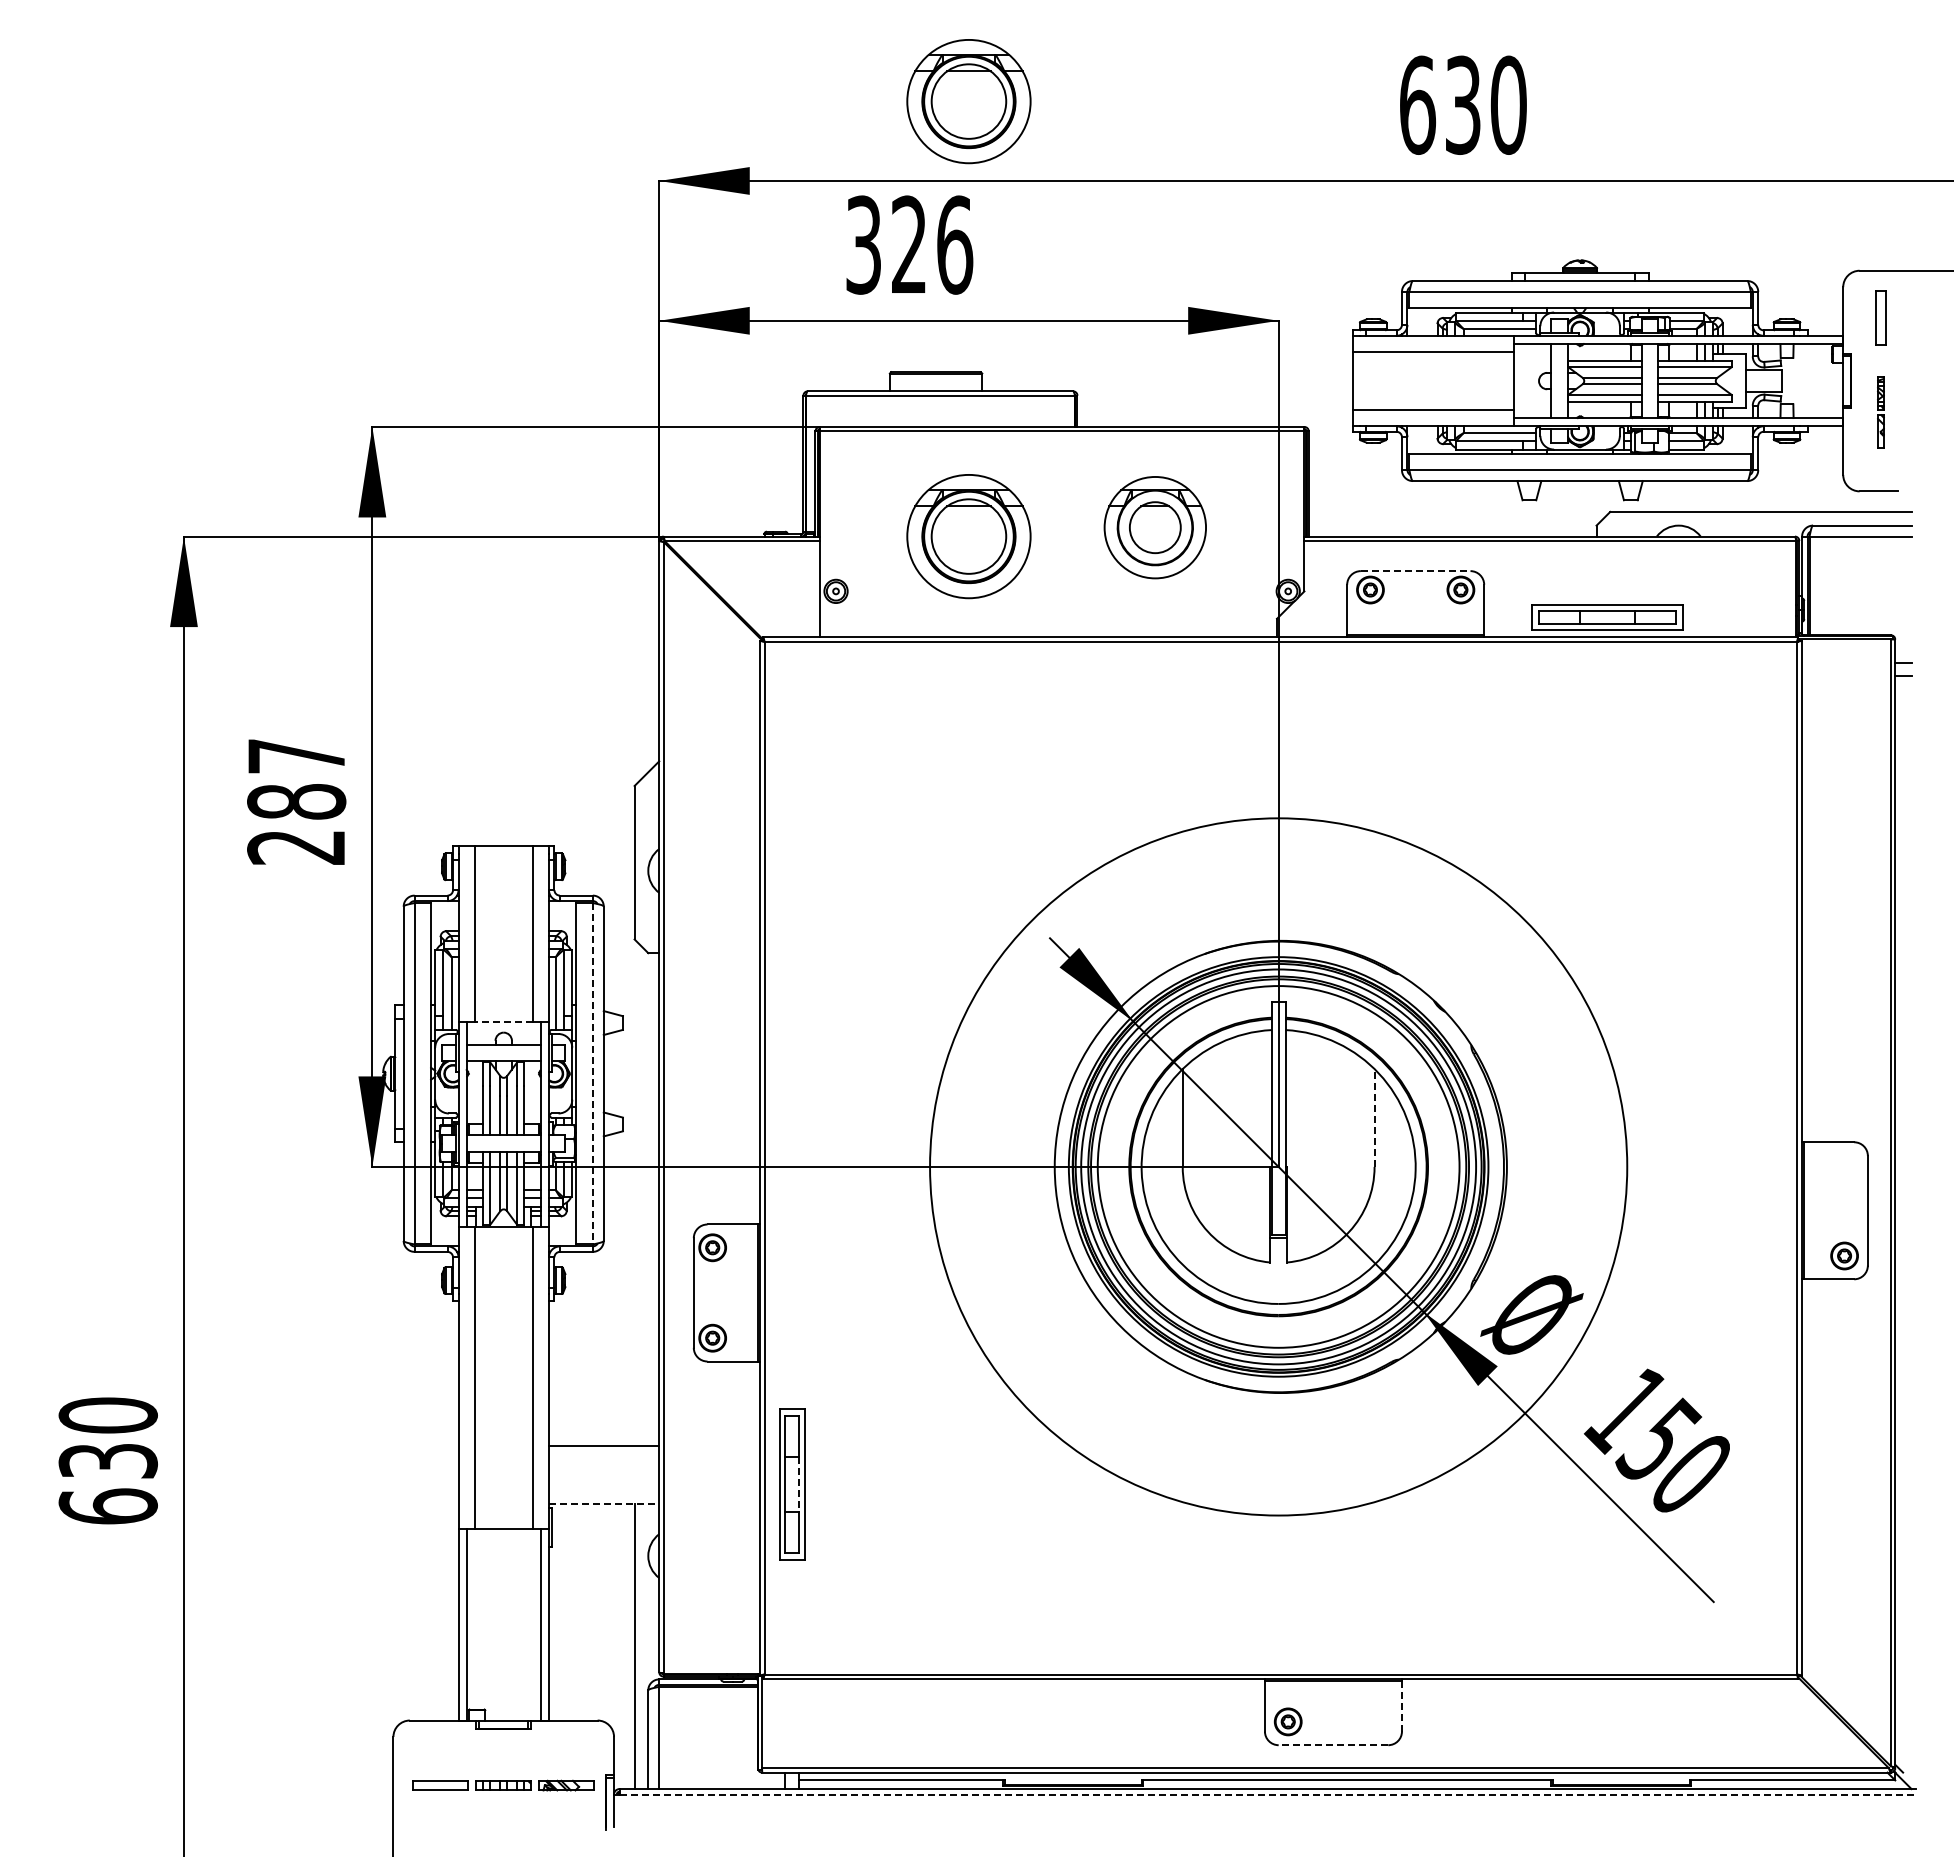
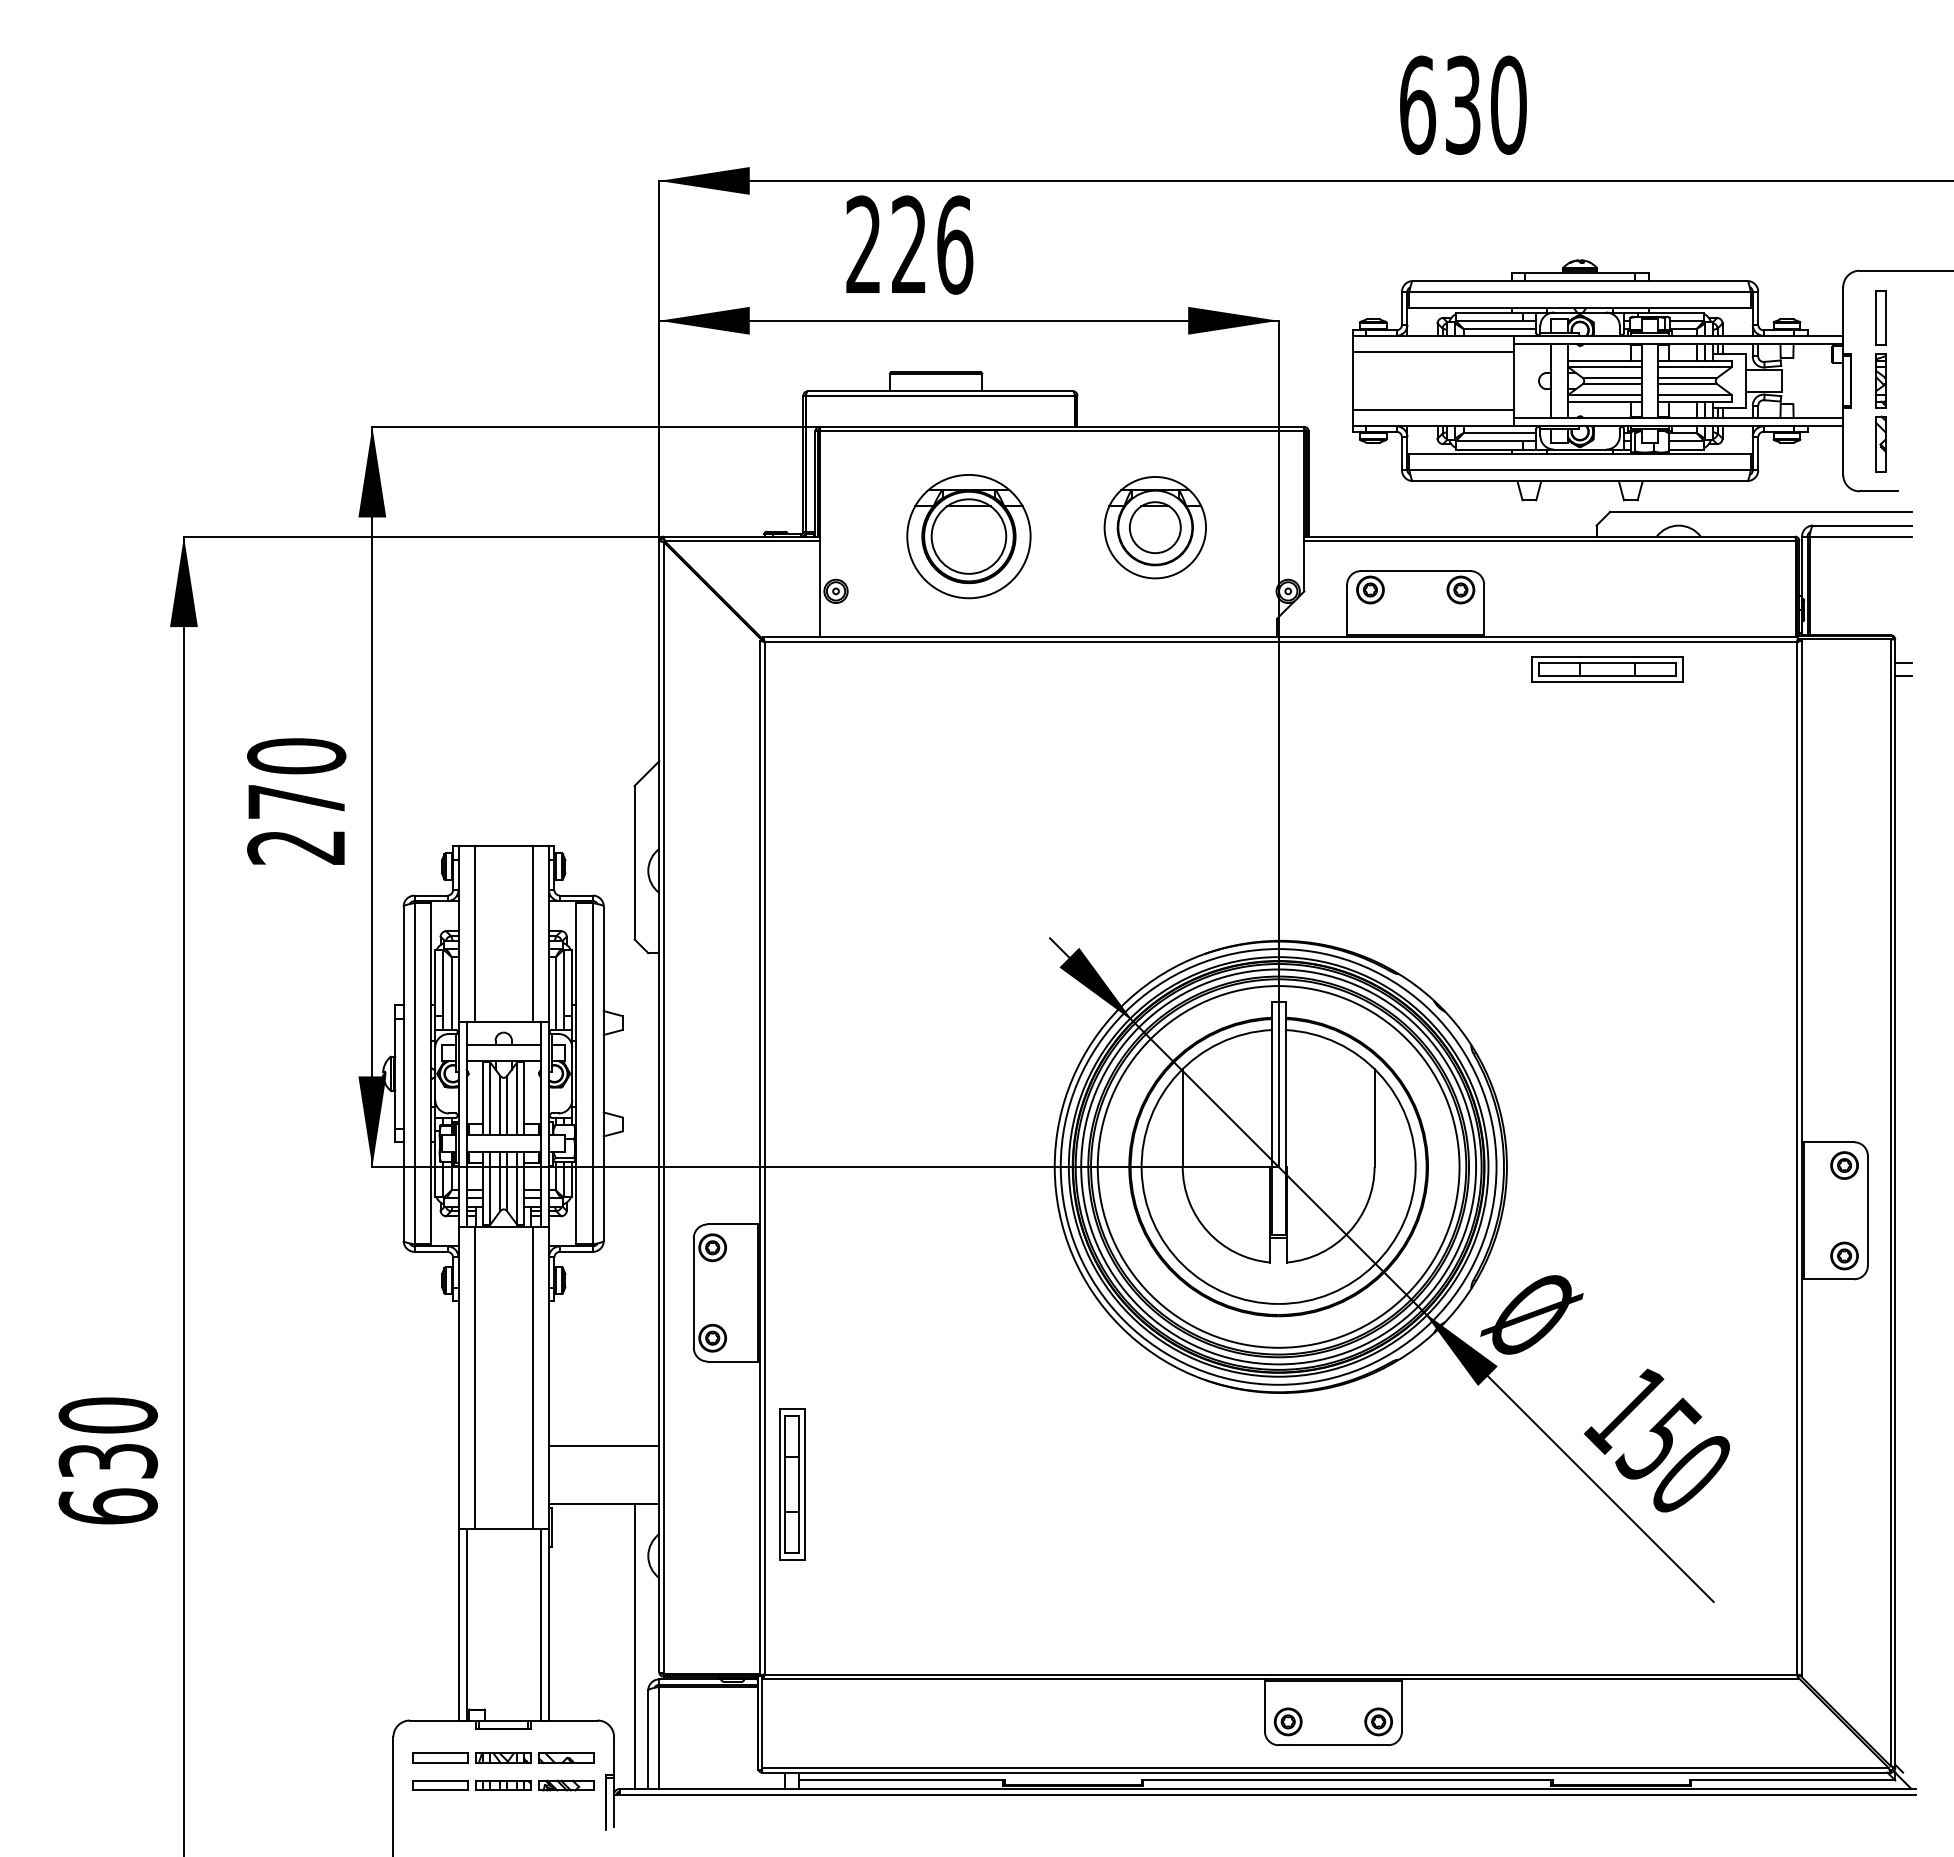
part at (968, 101): present -> none
text at (863, 244): 326 -> 226
part at (1880, 412) size: 8x73 px -> 12x120 px
line at (1415, 571): dashed -> solid
part at (1607, 617) position: (1607, 617) -> (1607, 669)
text at (296, 778): 287 -> 270
line at (503, 1021): dashed -> solid
line at (592, 1073): dashed -> solid
line at (1374, 1118): dashed -> solid
part at (1844, 1165): none -> present
circle at (1278, 1166) diameter: 697 px -> 436 px
line at (799, 1485): dashed -> solid
line at (604, 1504): dashed -> solid
line at (1401, 1706): dashed -> solid
part at (1378, 1721): none -> present
line at (1333, 1745): dashed -> solid
part at (503, 1758): none -> present
line at (1268, 1794): dashed -> solid
